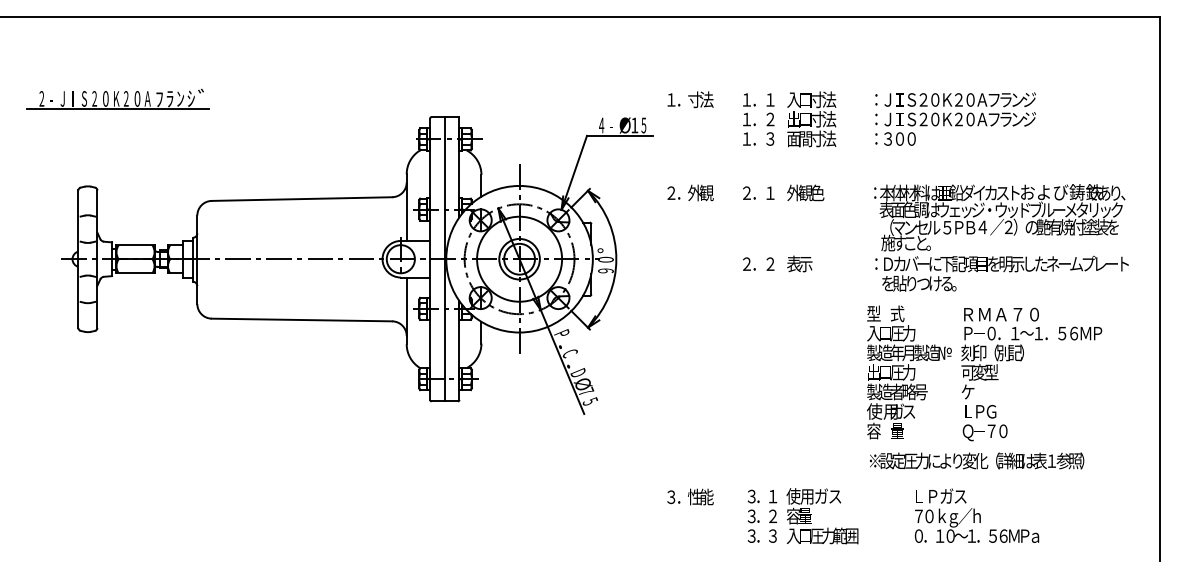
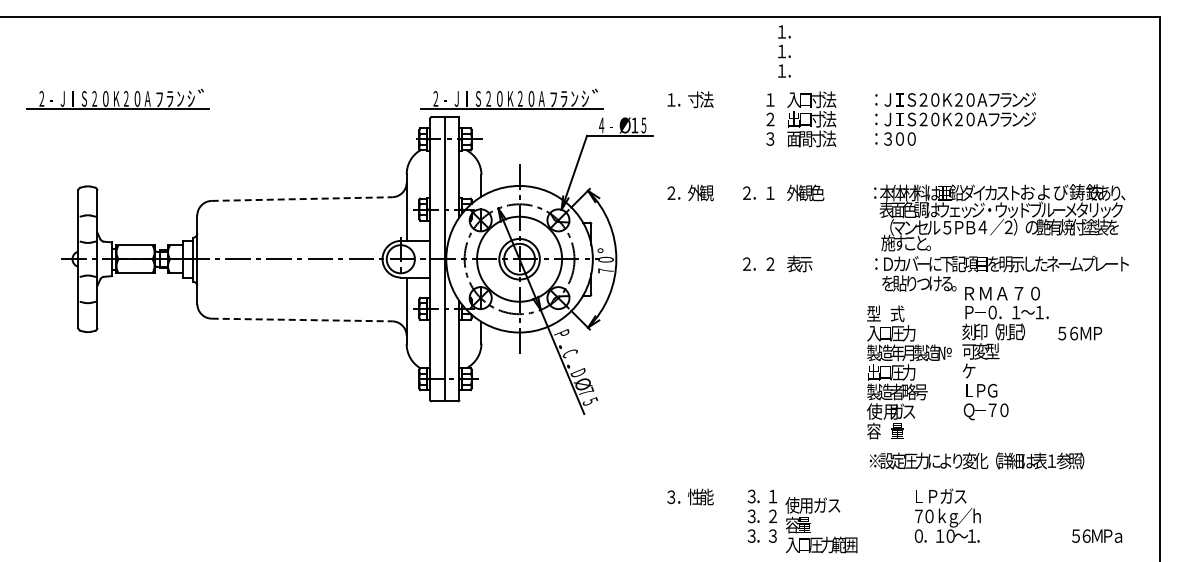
part at (511, 98): none -> present
text at (749, 119) position: (749, 119) -> (784, 51)
line at (302, 199): solid -> dashed
text at (605, 270): 9 -> 7
line at (302, 320): solid -> dashed
text at (1004, 374) position: (1004, 374) -> (1005, 353)
text at (822, 516) position: (822, 516) -> (821, 525)
text at (1014, 535) position: (1014, 535) -> (1097, 535)
